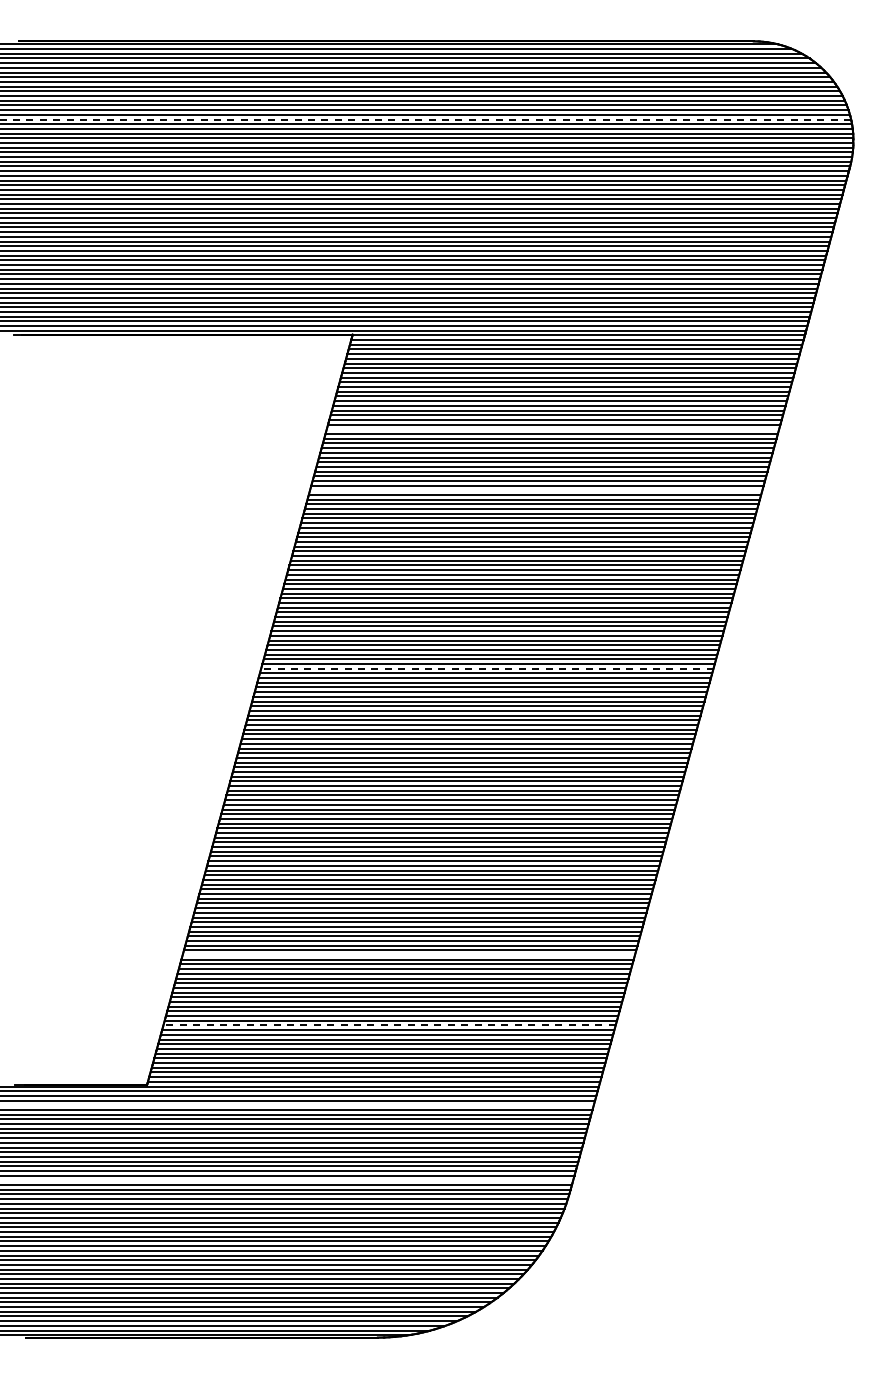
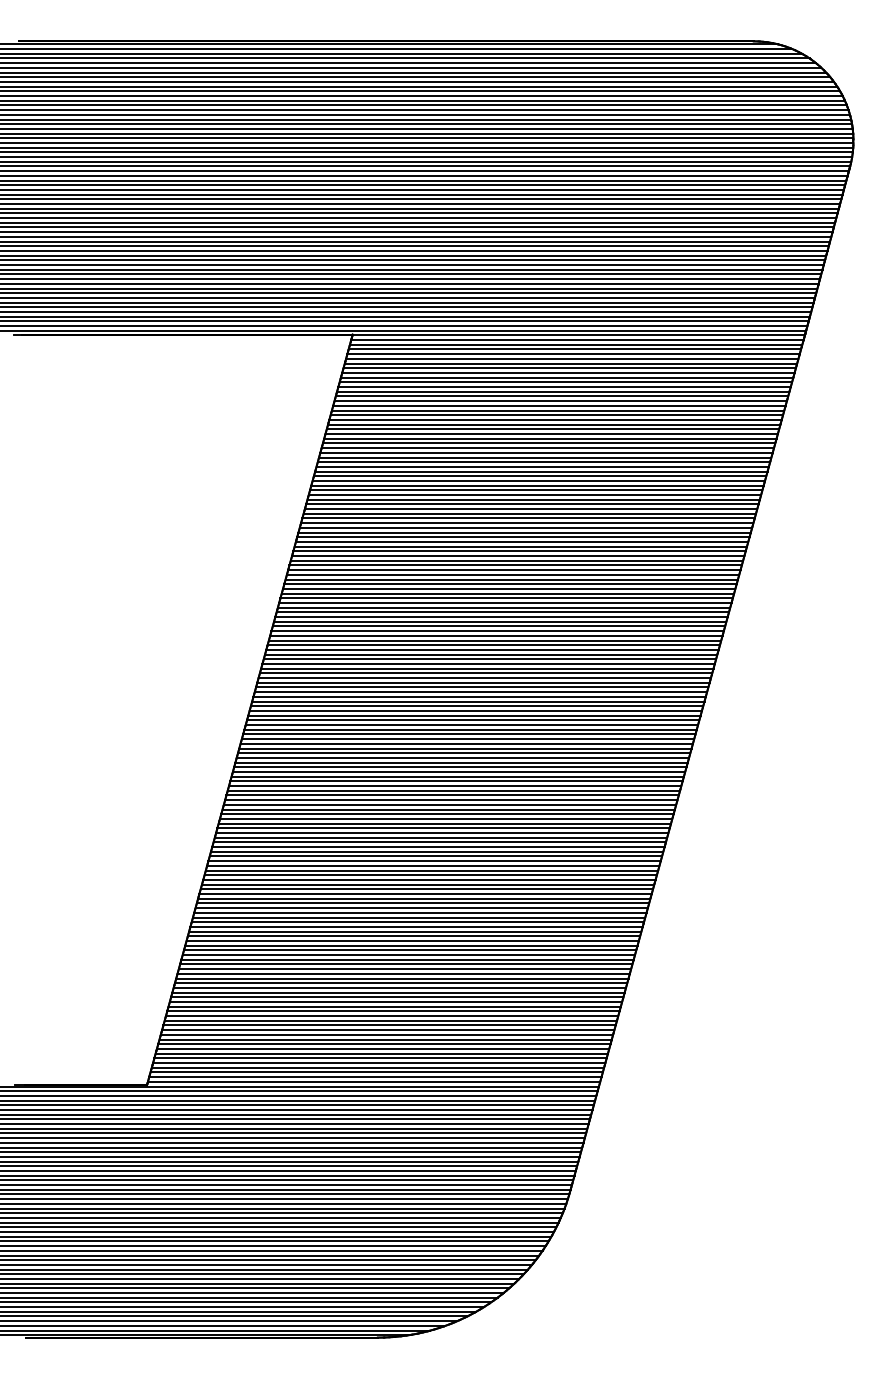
line at (425, 119): dashed -> solid
line at (552, 429): none -> present
line at (536, 490): none -> present
line at (486, 668): dashed -> solid
line at (408, 955): none -> present
line at (389, 1025): dashed -> solid
line at (297, 1105): none -> present
line at (287, 1180): none -> present
